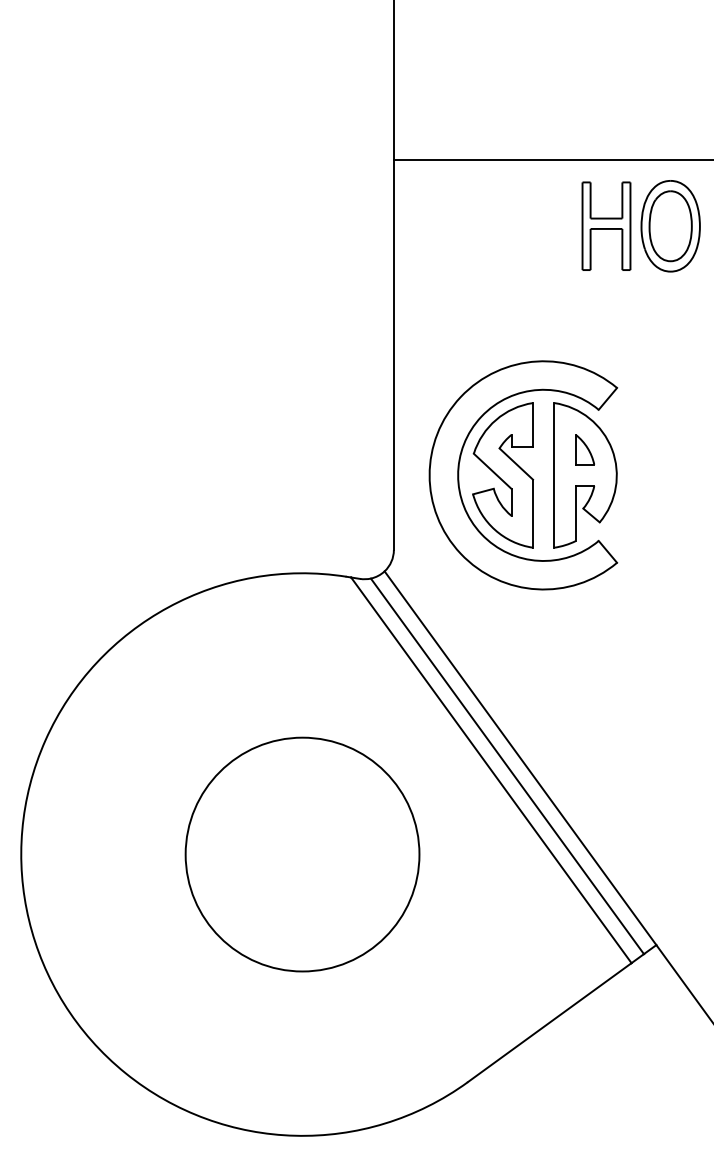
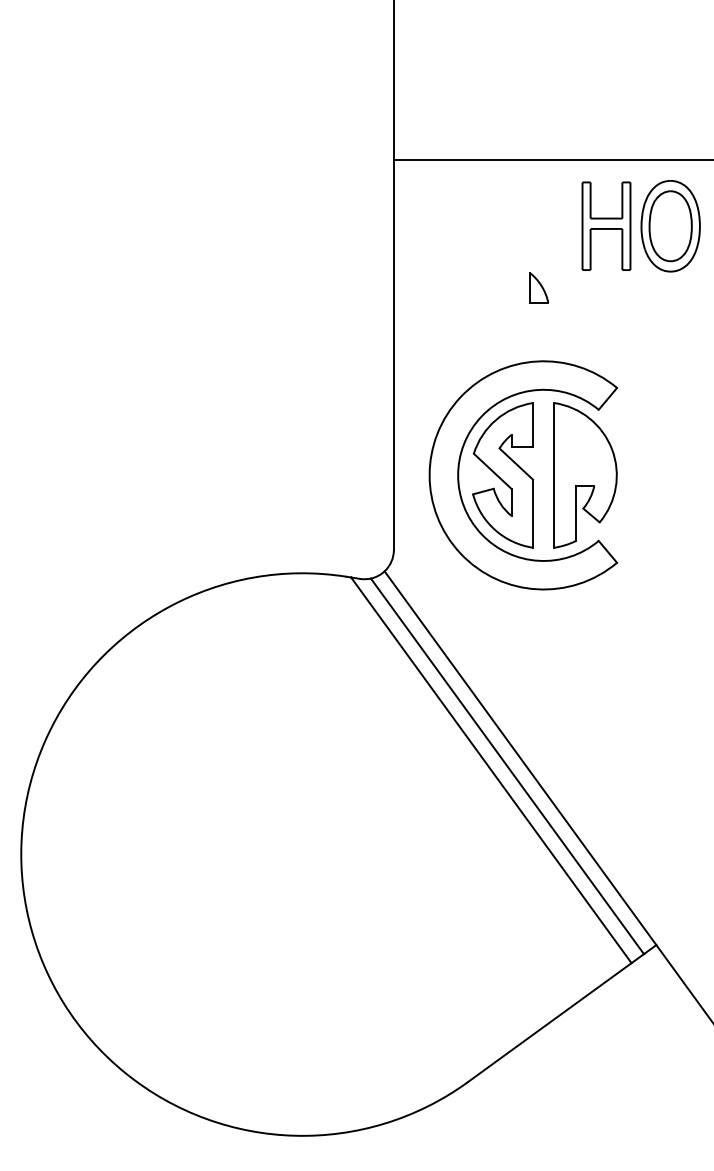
part at (584, 449) position: (584, 449) -> (538, 287)
circle at (302, 854): present -> none
